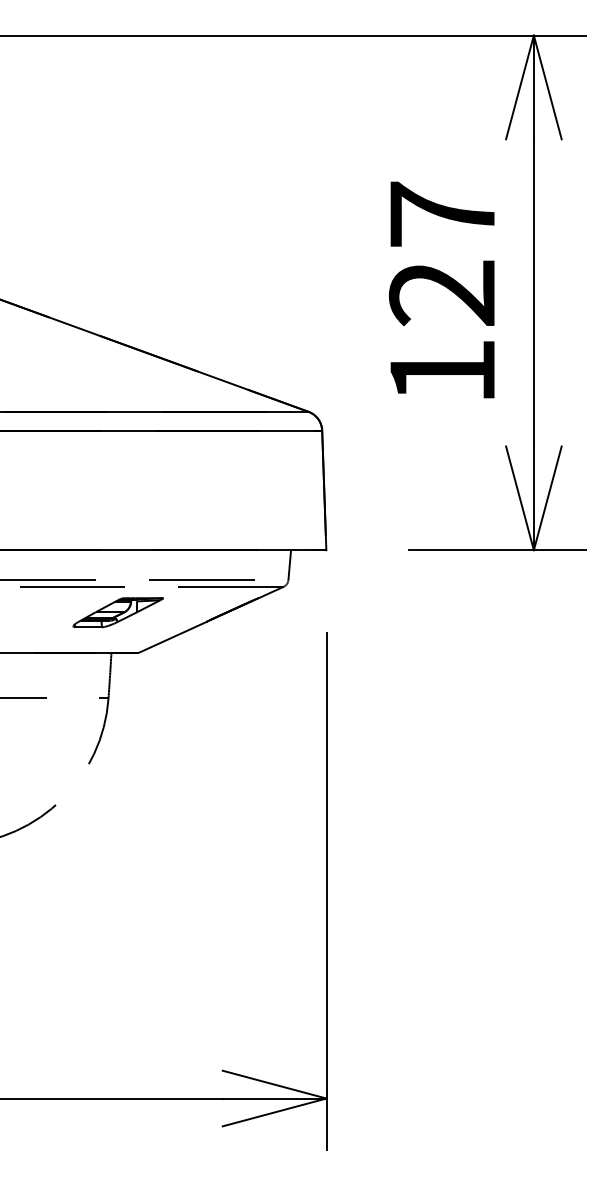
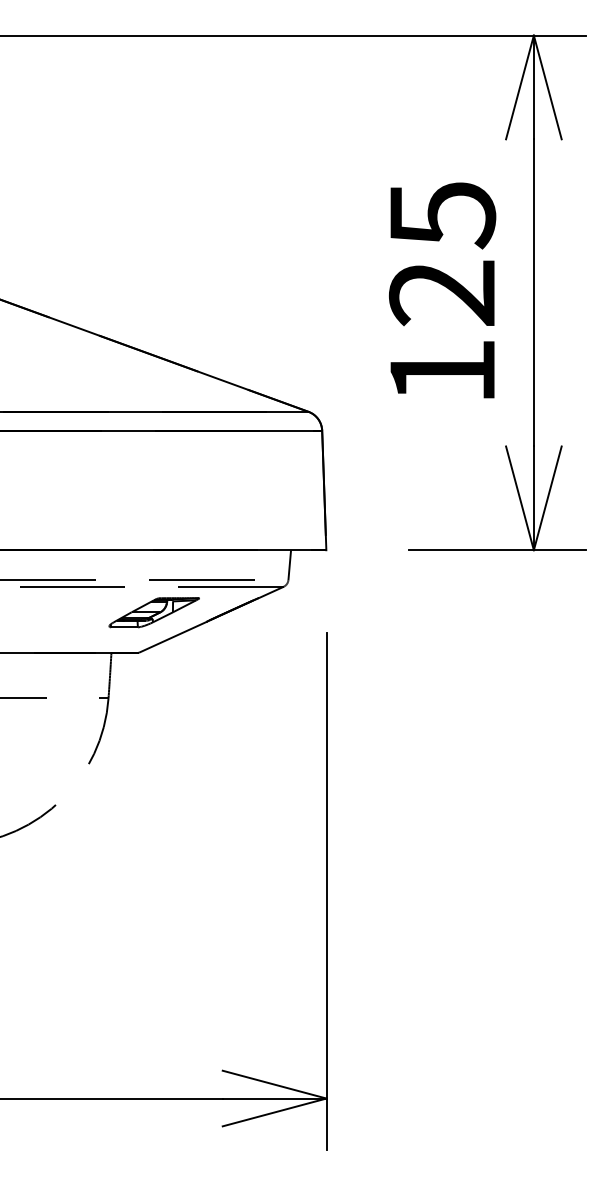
text at (443, 215): 127 -> 125
part at (117, 612) position: (117, 612) -> (153, 612)
